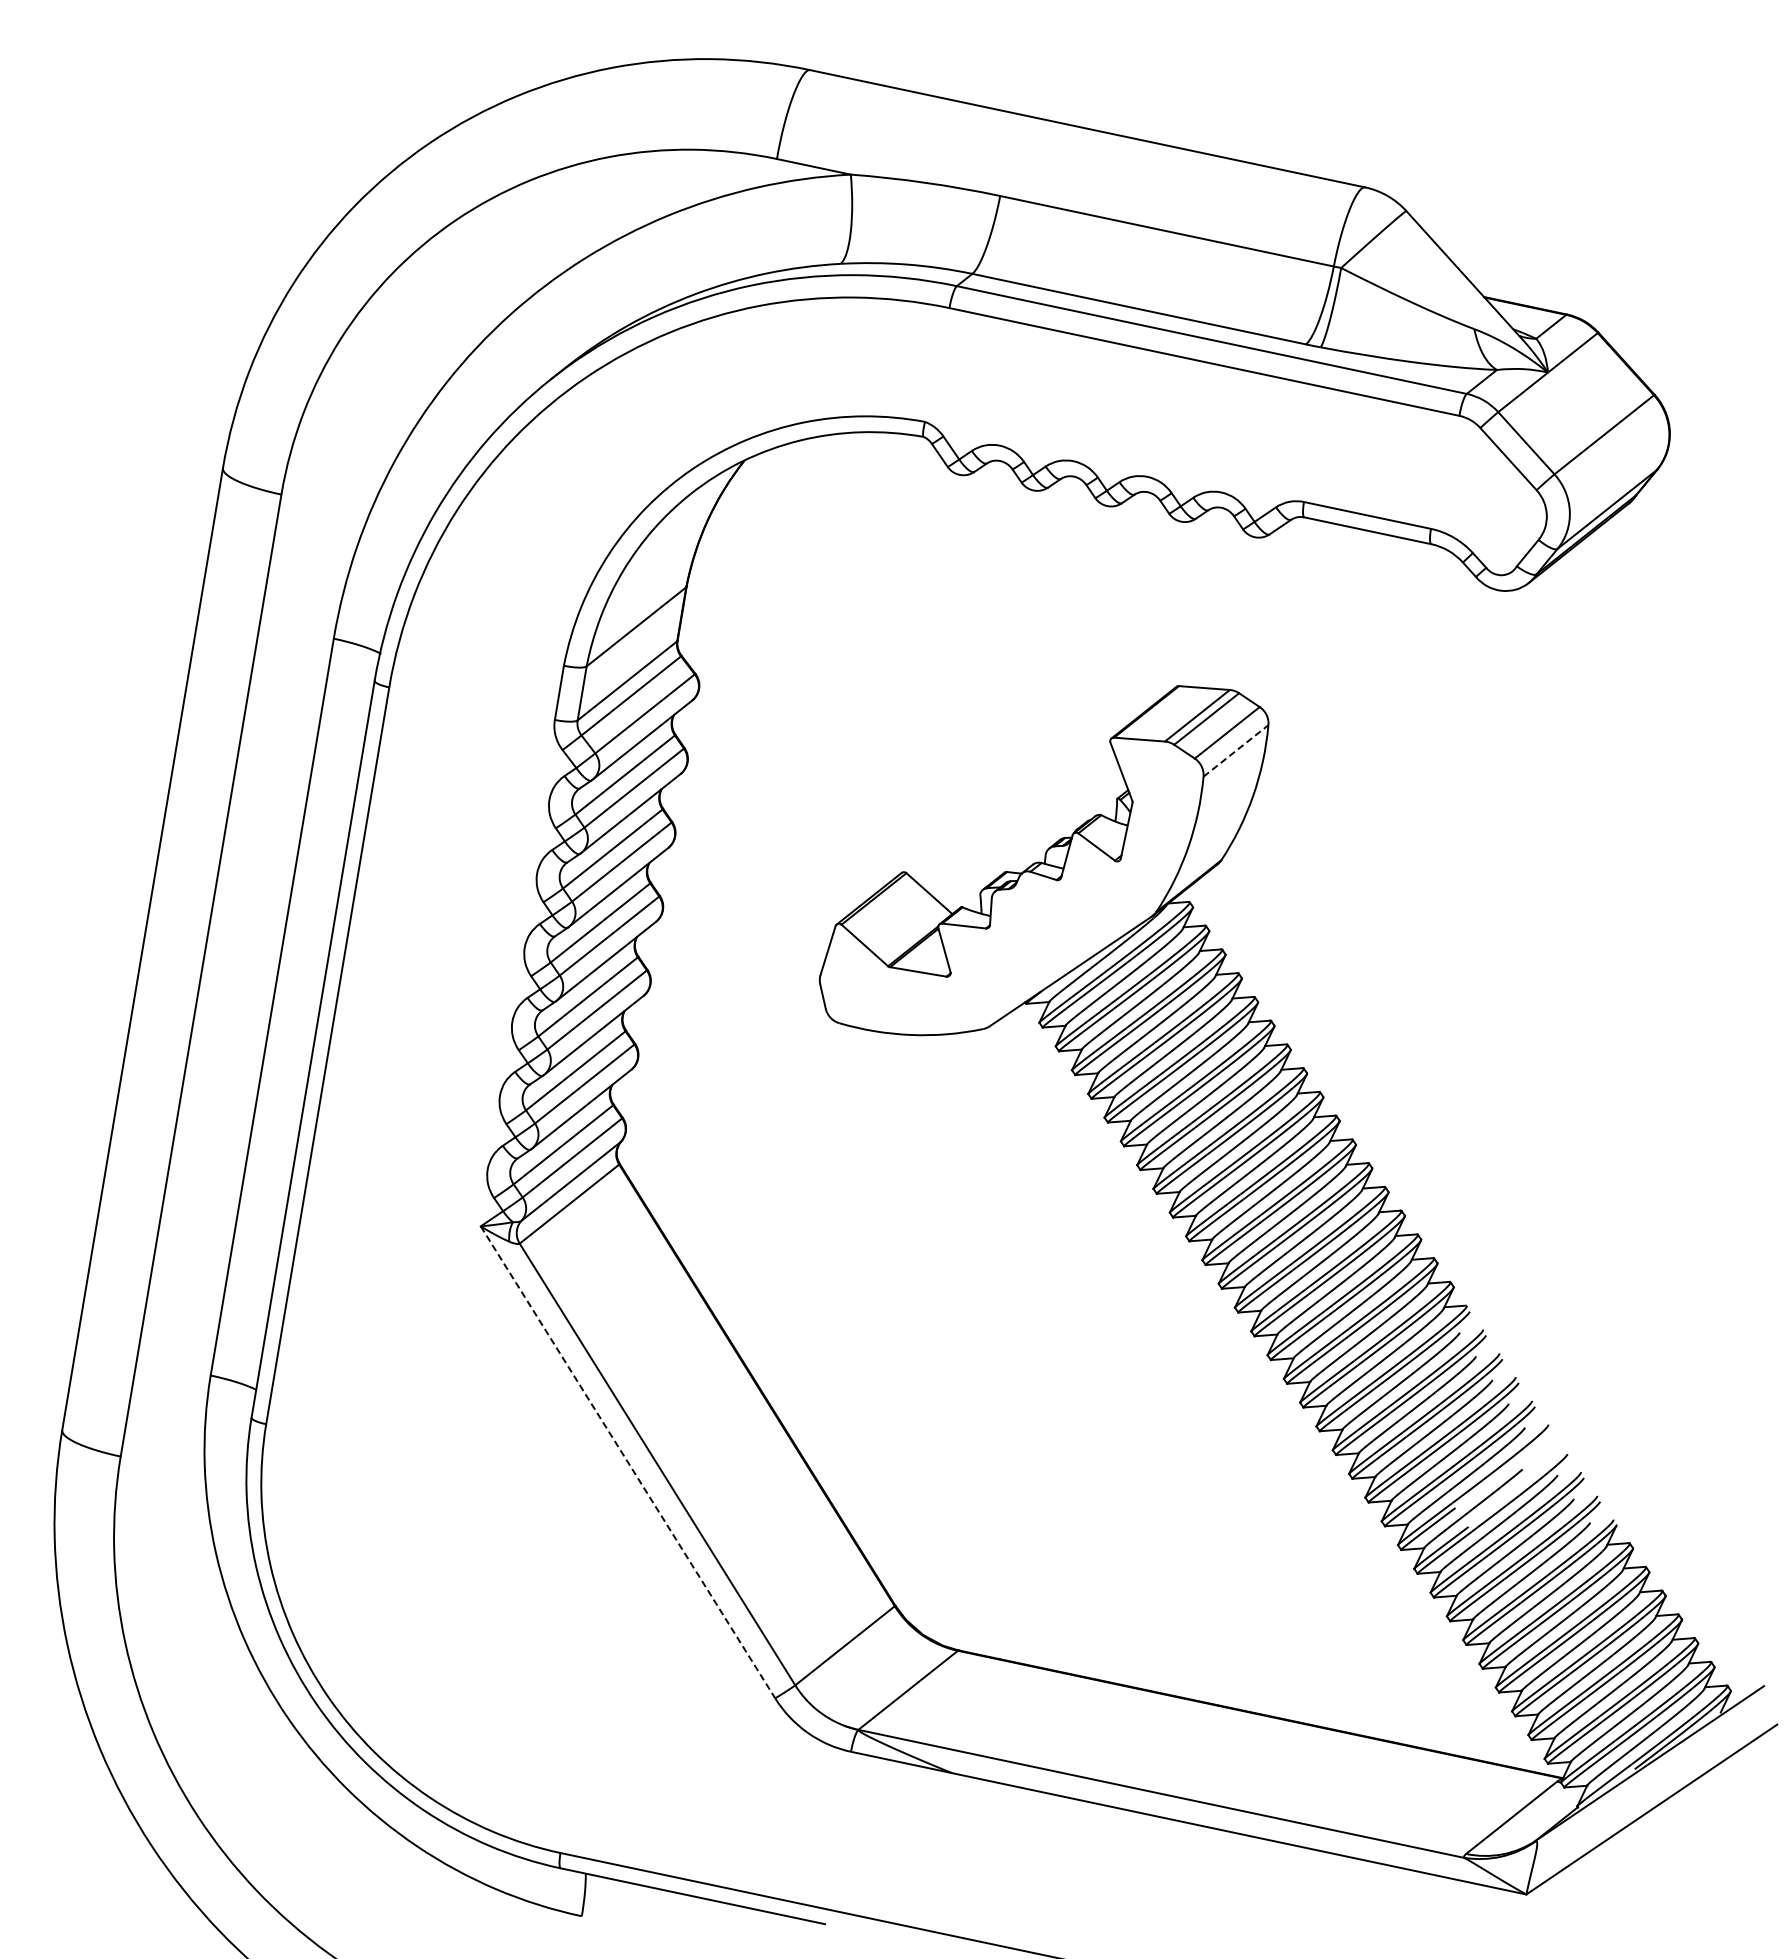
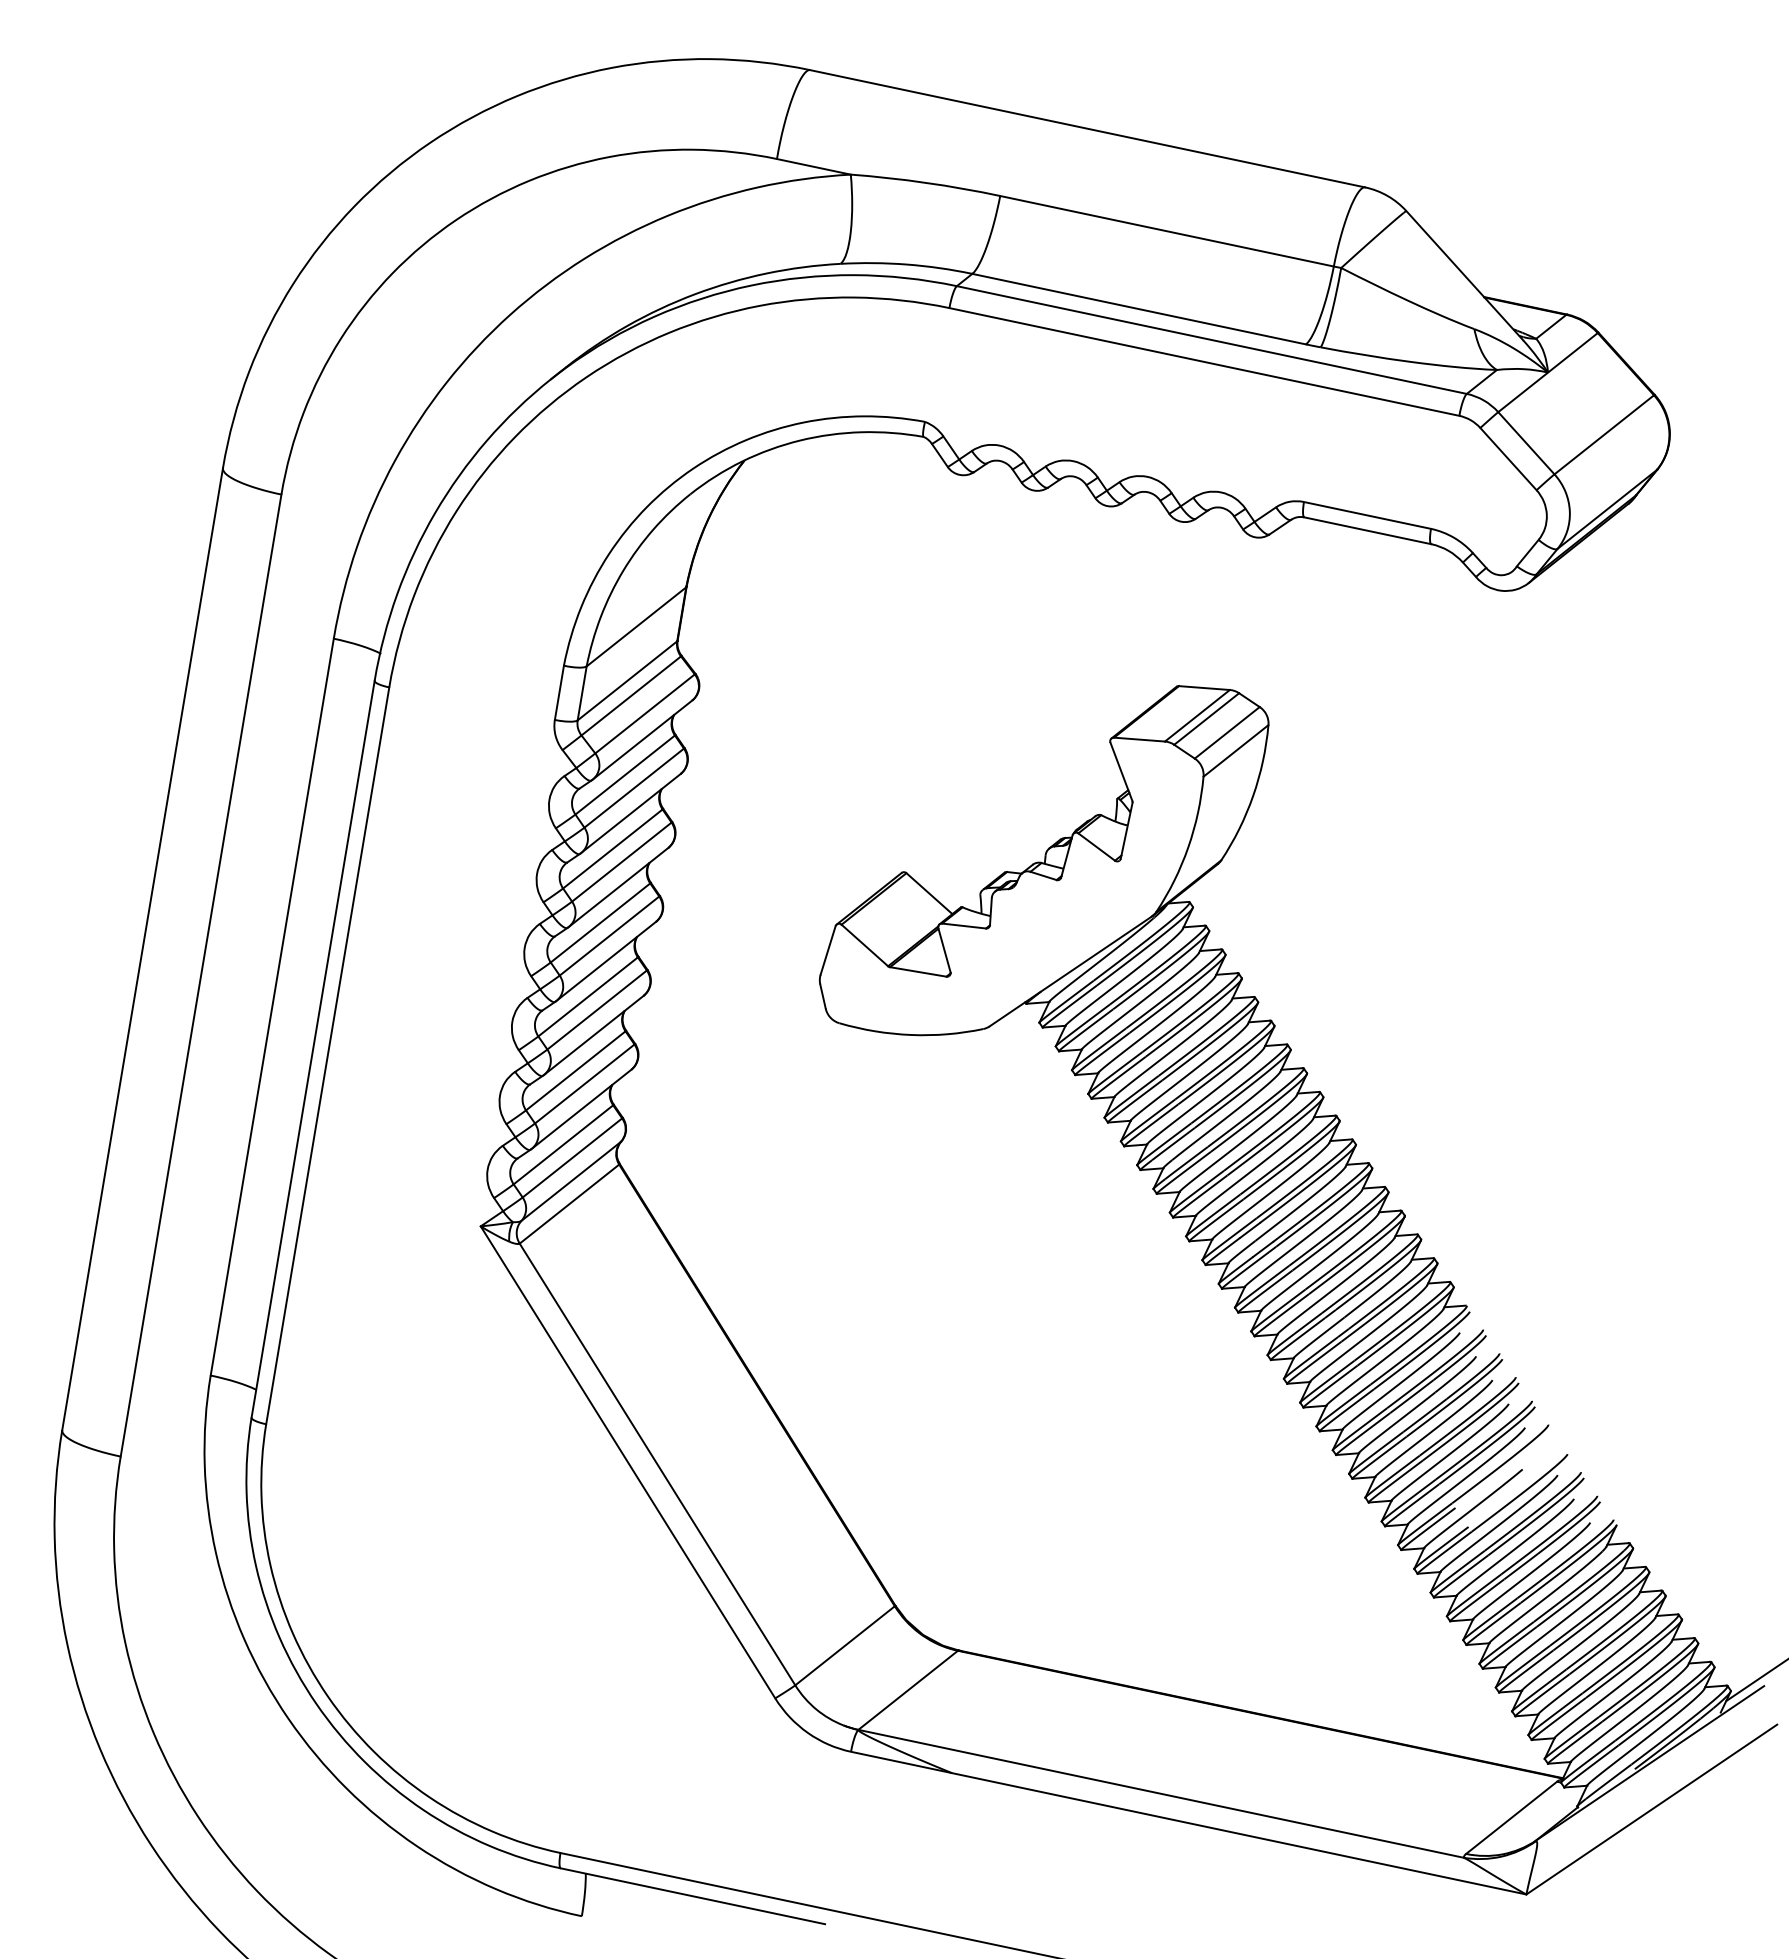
line at (1236, 750): dashed -> solid
line at (628, 1462): dashed -> solid
line at (1755, 1681): none -> present
